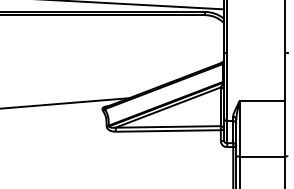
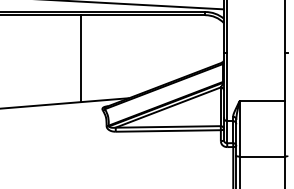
line at (80, 58): none -> present
